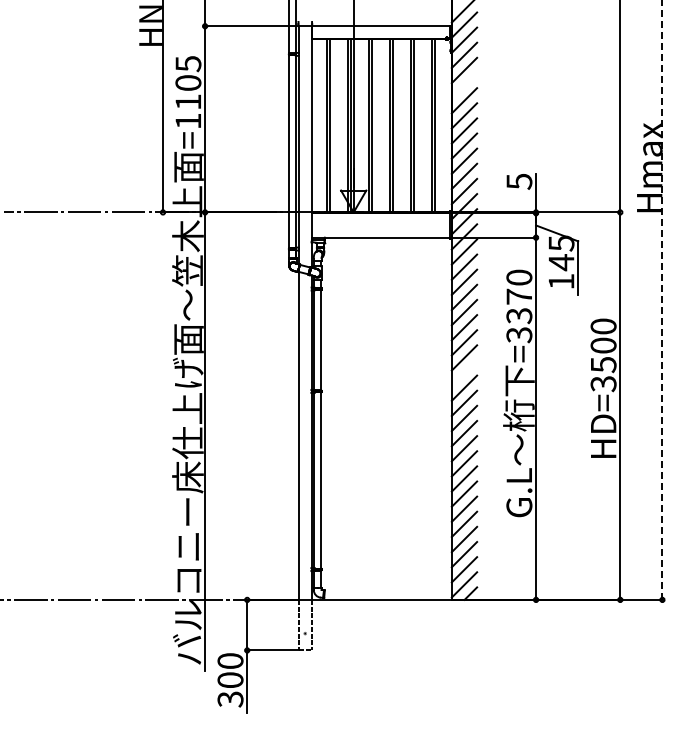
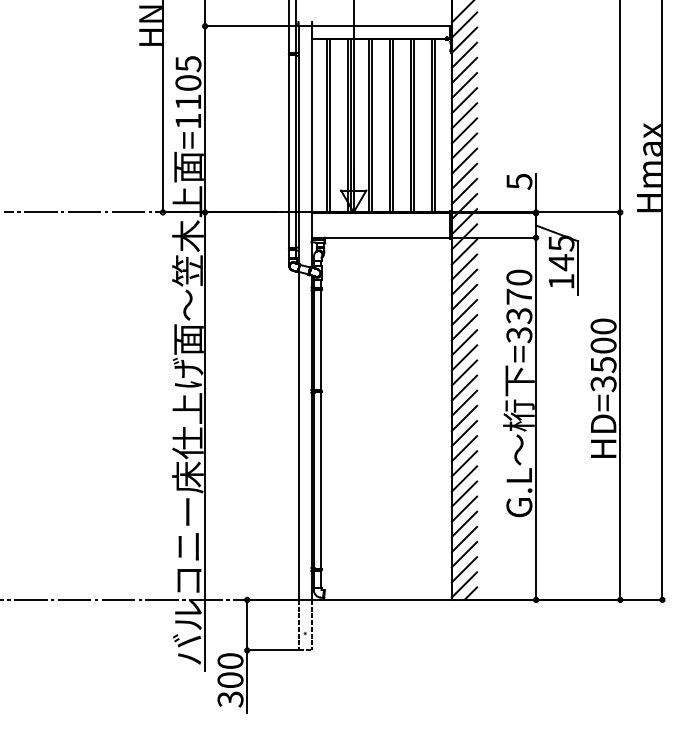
line at (464, 85): none -> present
line at (662, 300): dashed -> solid
line at (464, 372): none -> present
